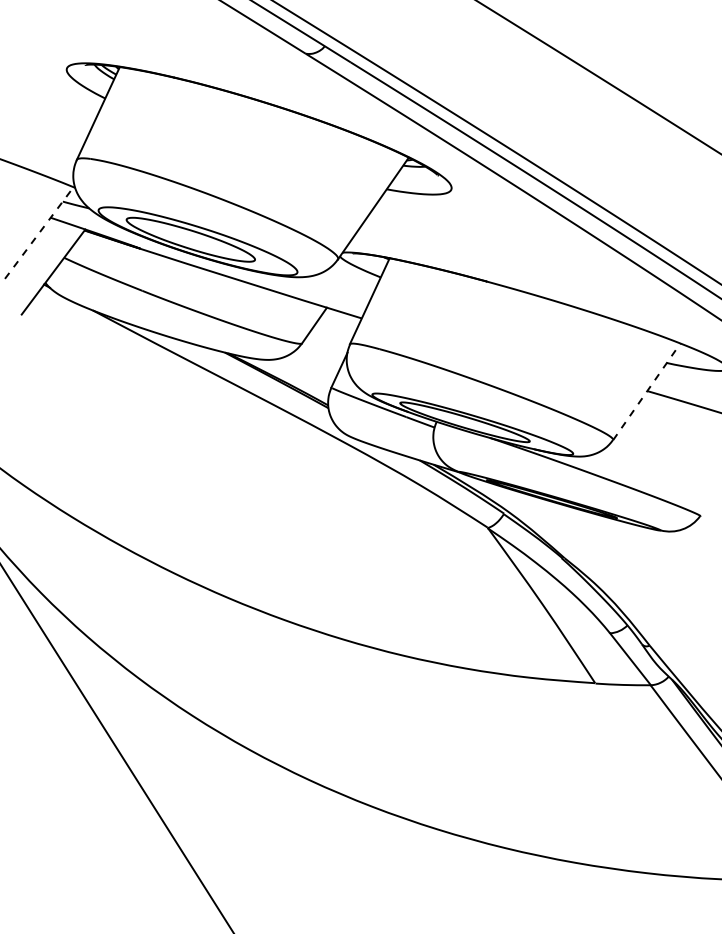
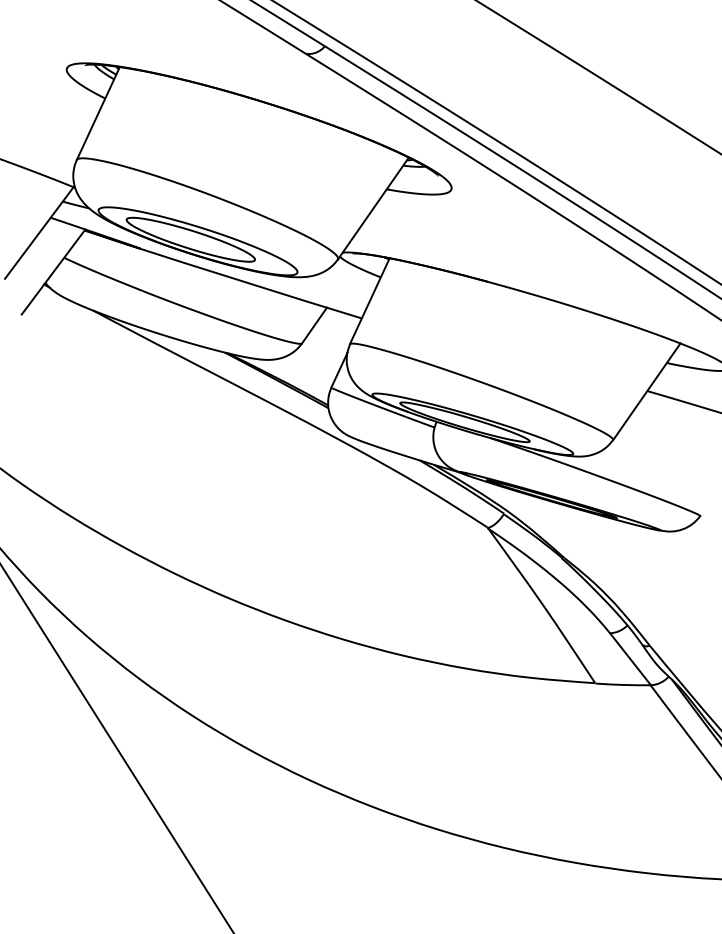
line at (39, 232): dashed -> solid
line at (646, 391): dashed -> solid
